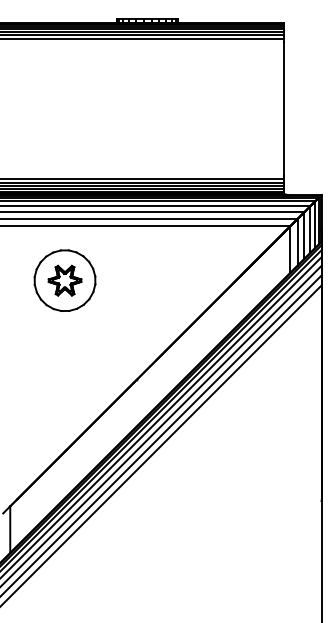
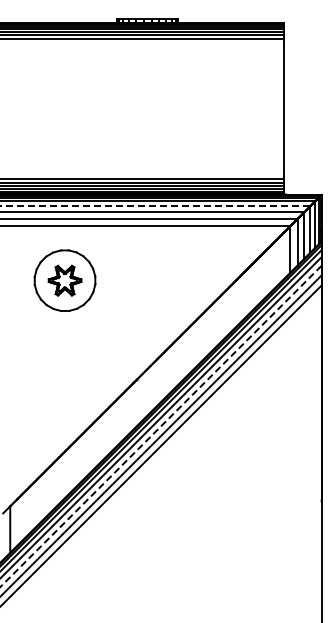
line at (154, 206): solid -> dashed
line at (161, 426): solid -> dashed
